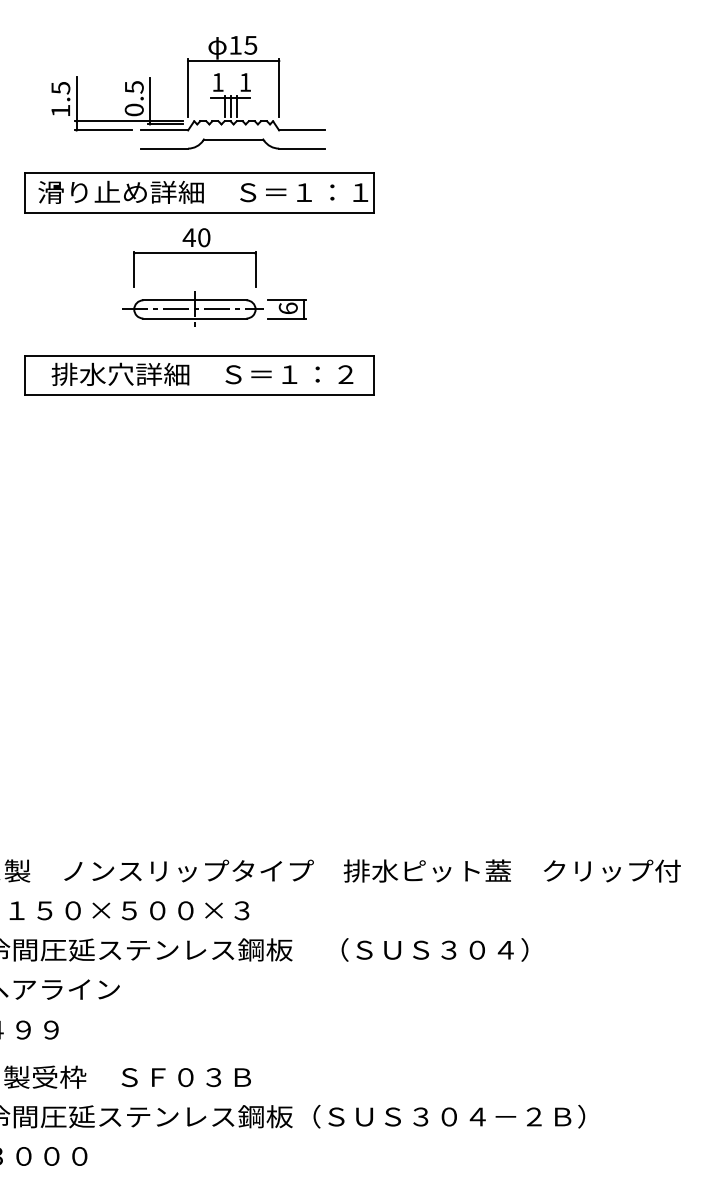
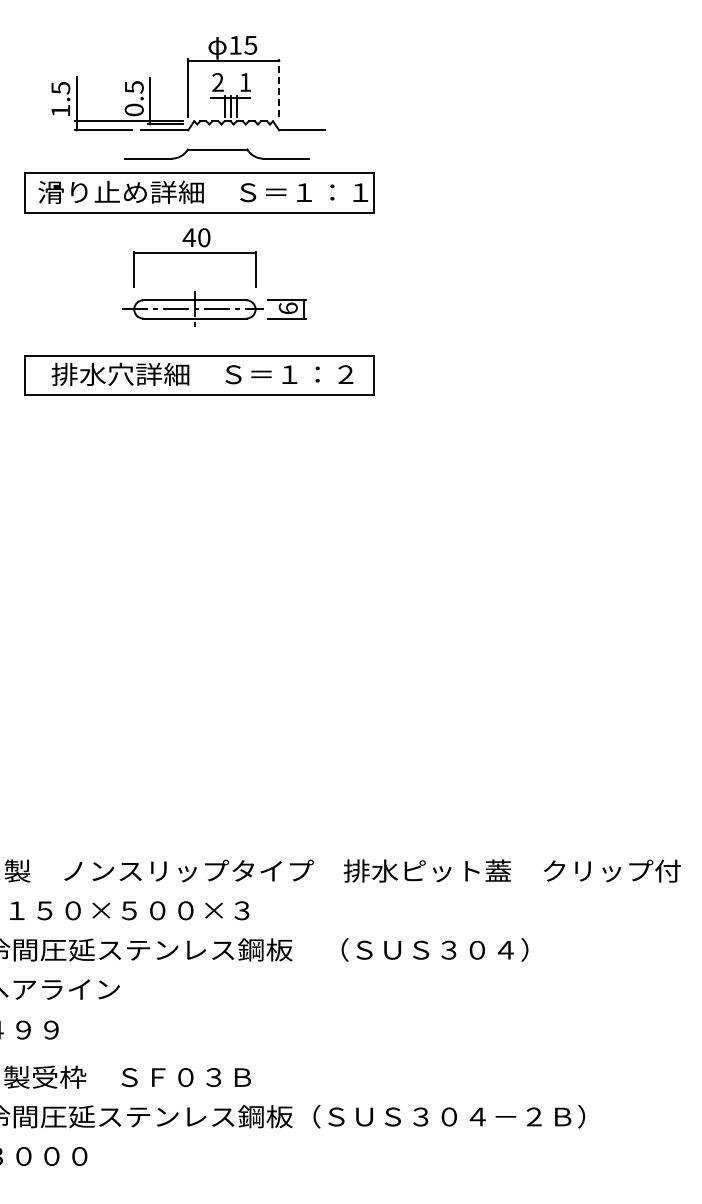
text at (217, 82): 1 -> 2
line at (279, 88): solid -> dashed
part at (232, 143) position: (232, 143) -> (216, 153)
